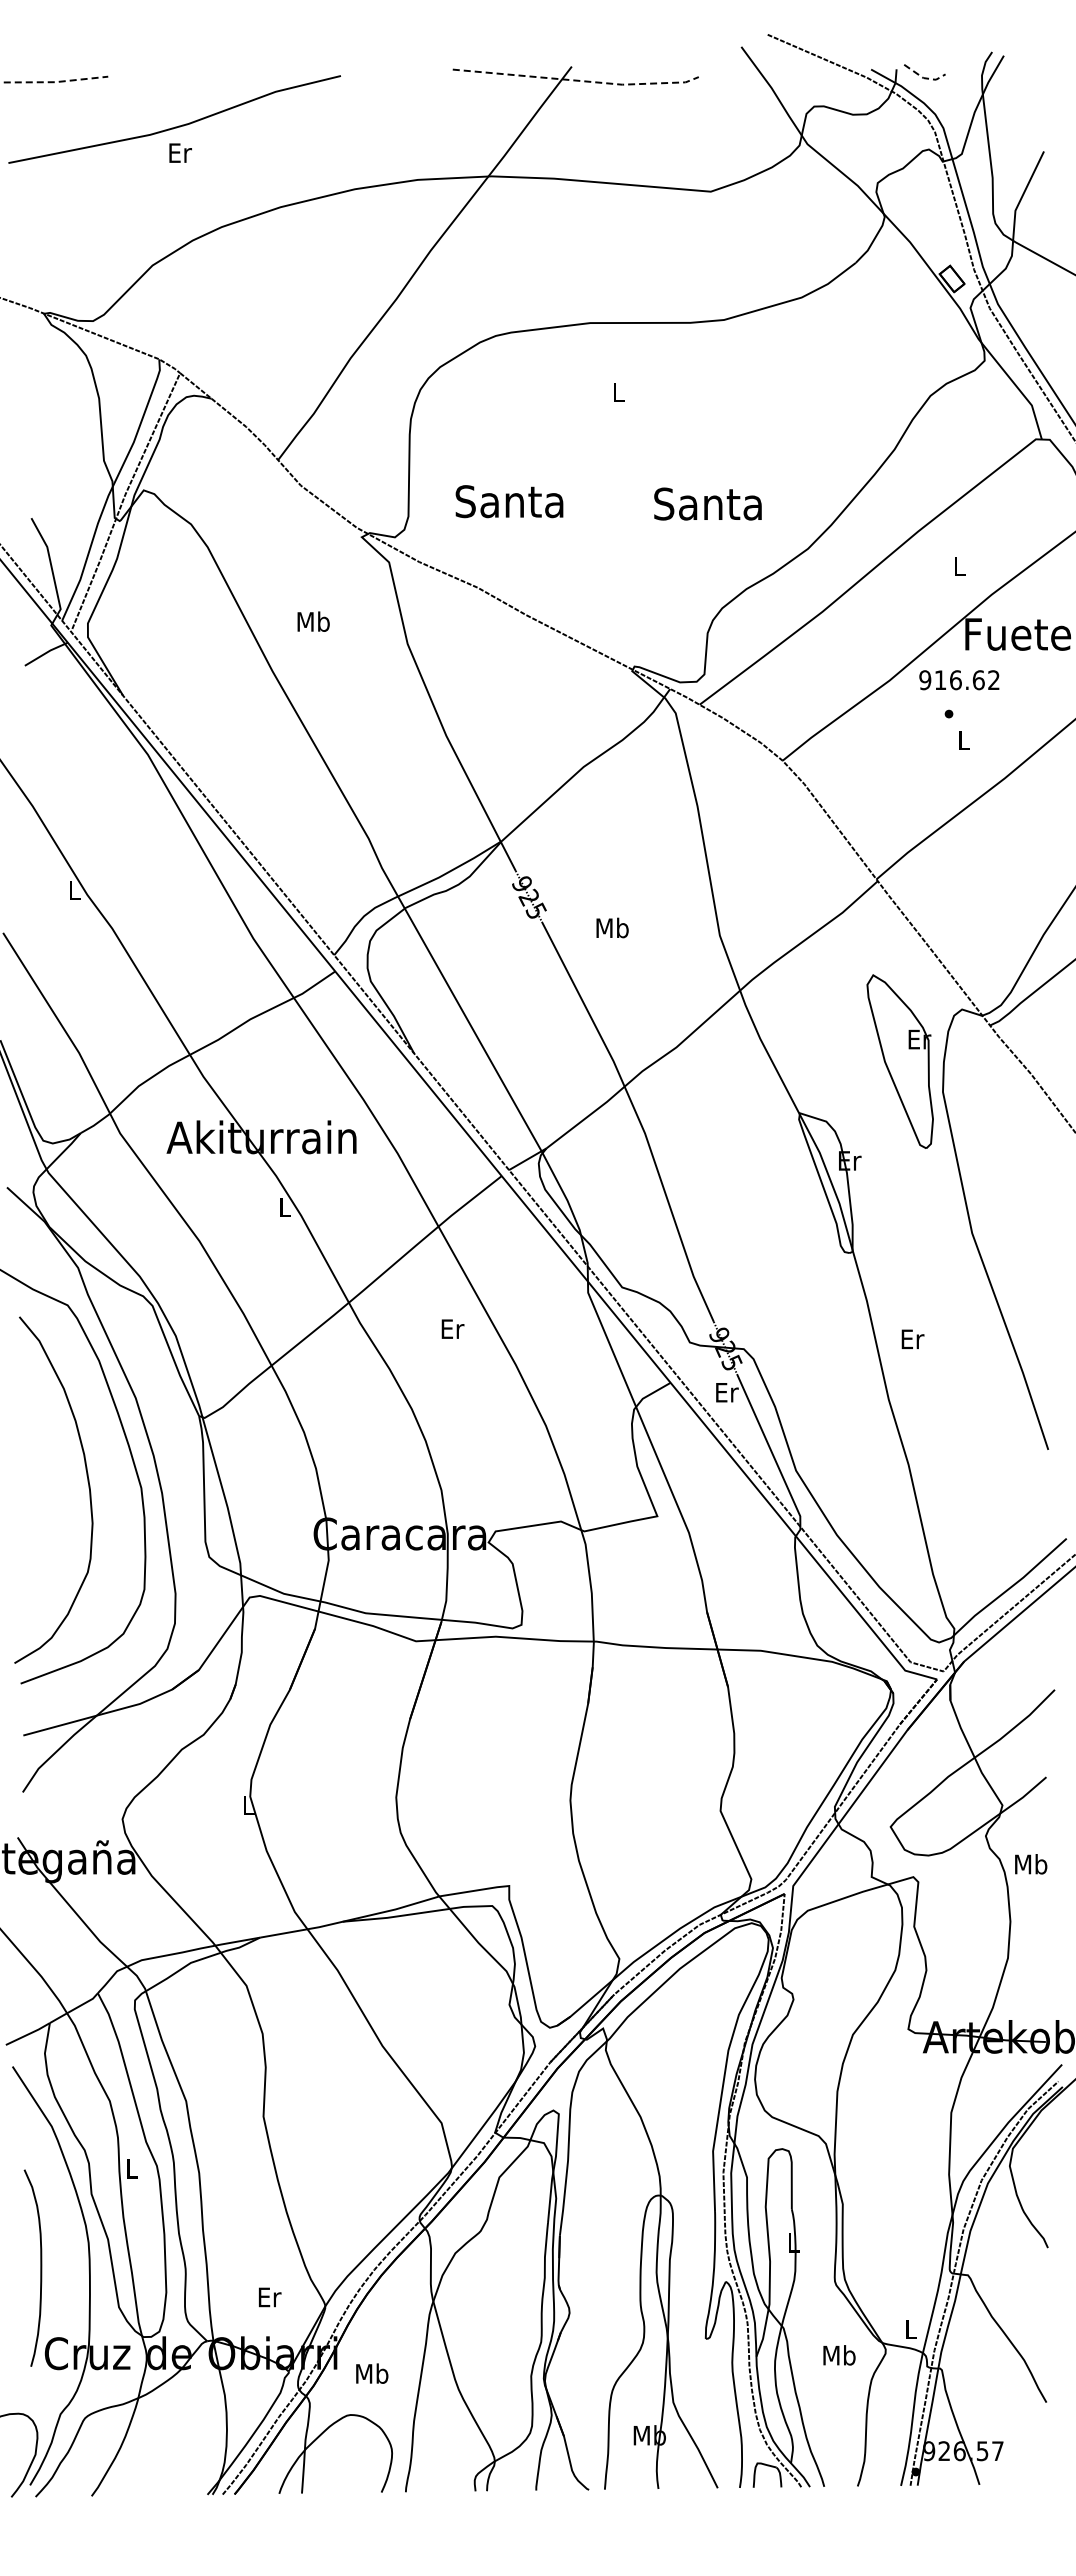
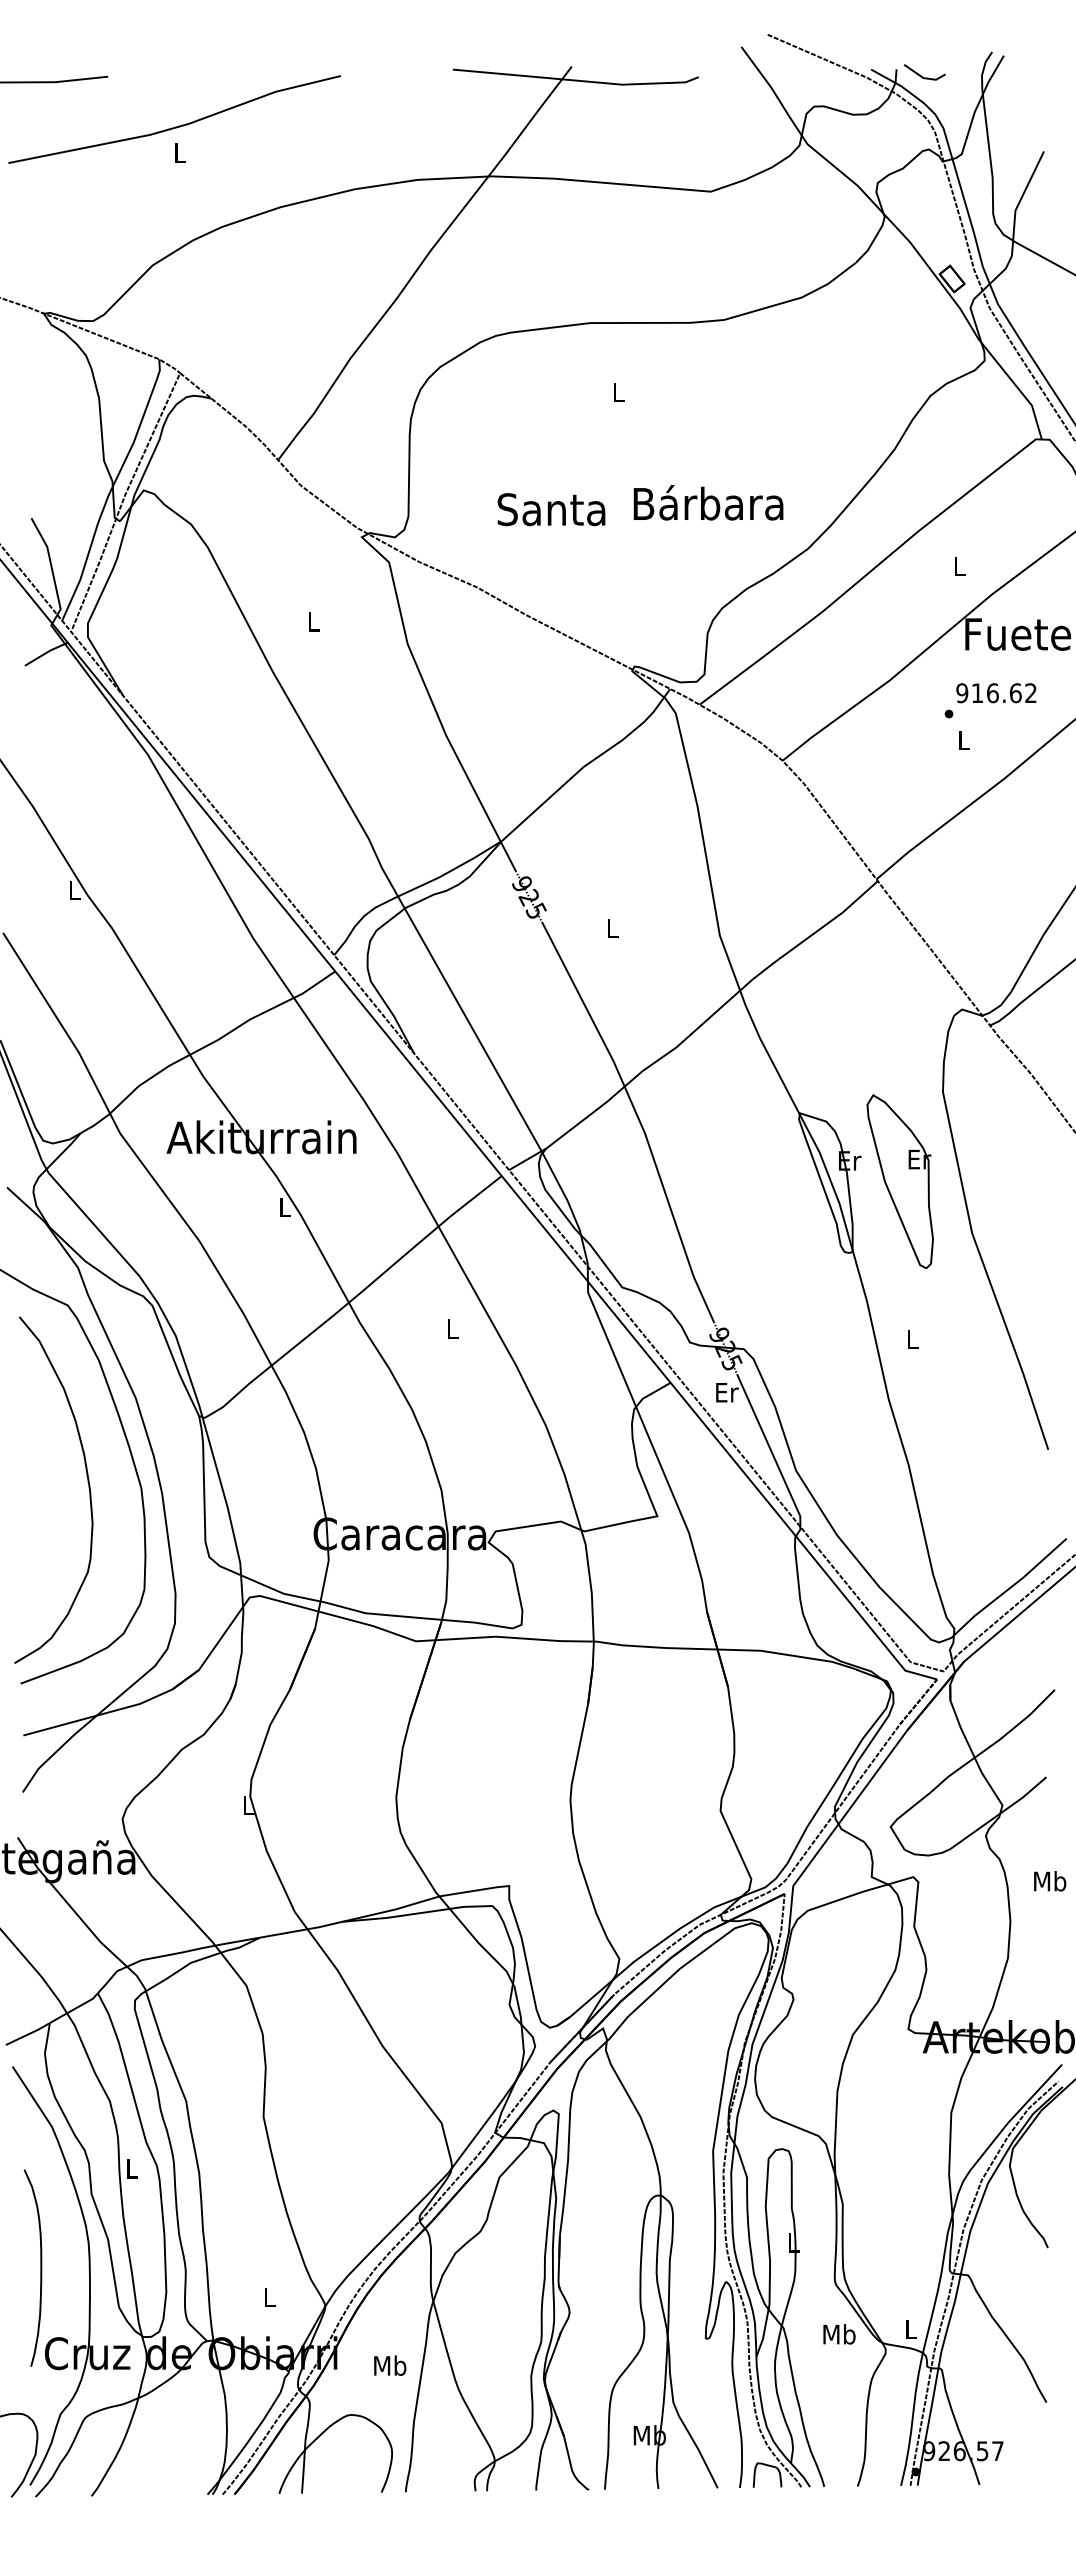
line at (924, 78): dashed -> solid
line at (577, 80): dashed -> solid
line at (55, 82): dashed -> solid
text at (180, 152): Er -> L
text at (509, 501) position: (509, 501) -> (551, 509)
text at (708, 502): Santa -> Bárbara
text at (313, 621): Mb -> L
text at (959, 680) position: (959, 680) -> (996, 693)
text at (612, 927): Mb -> L
part at (899, 1061) position: (899, 1061) -> (899, 1181)
text at (452, 1328): Er -> L
text at (912, 1339): Er -> L
text at (1031, 1864) position: (1031, 1864) -> (1050, 1881)
text at (269, 2297): Er -> L
text at (839, 2355) position: (839, 2355) -> (839, 2334)
text at (372, 2373) position: (372, 2373) -> (390, 2365)
